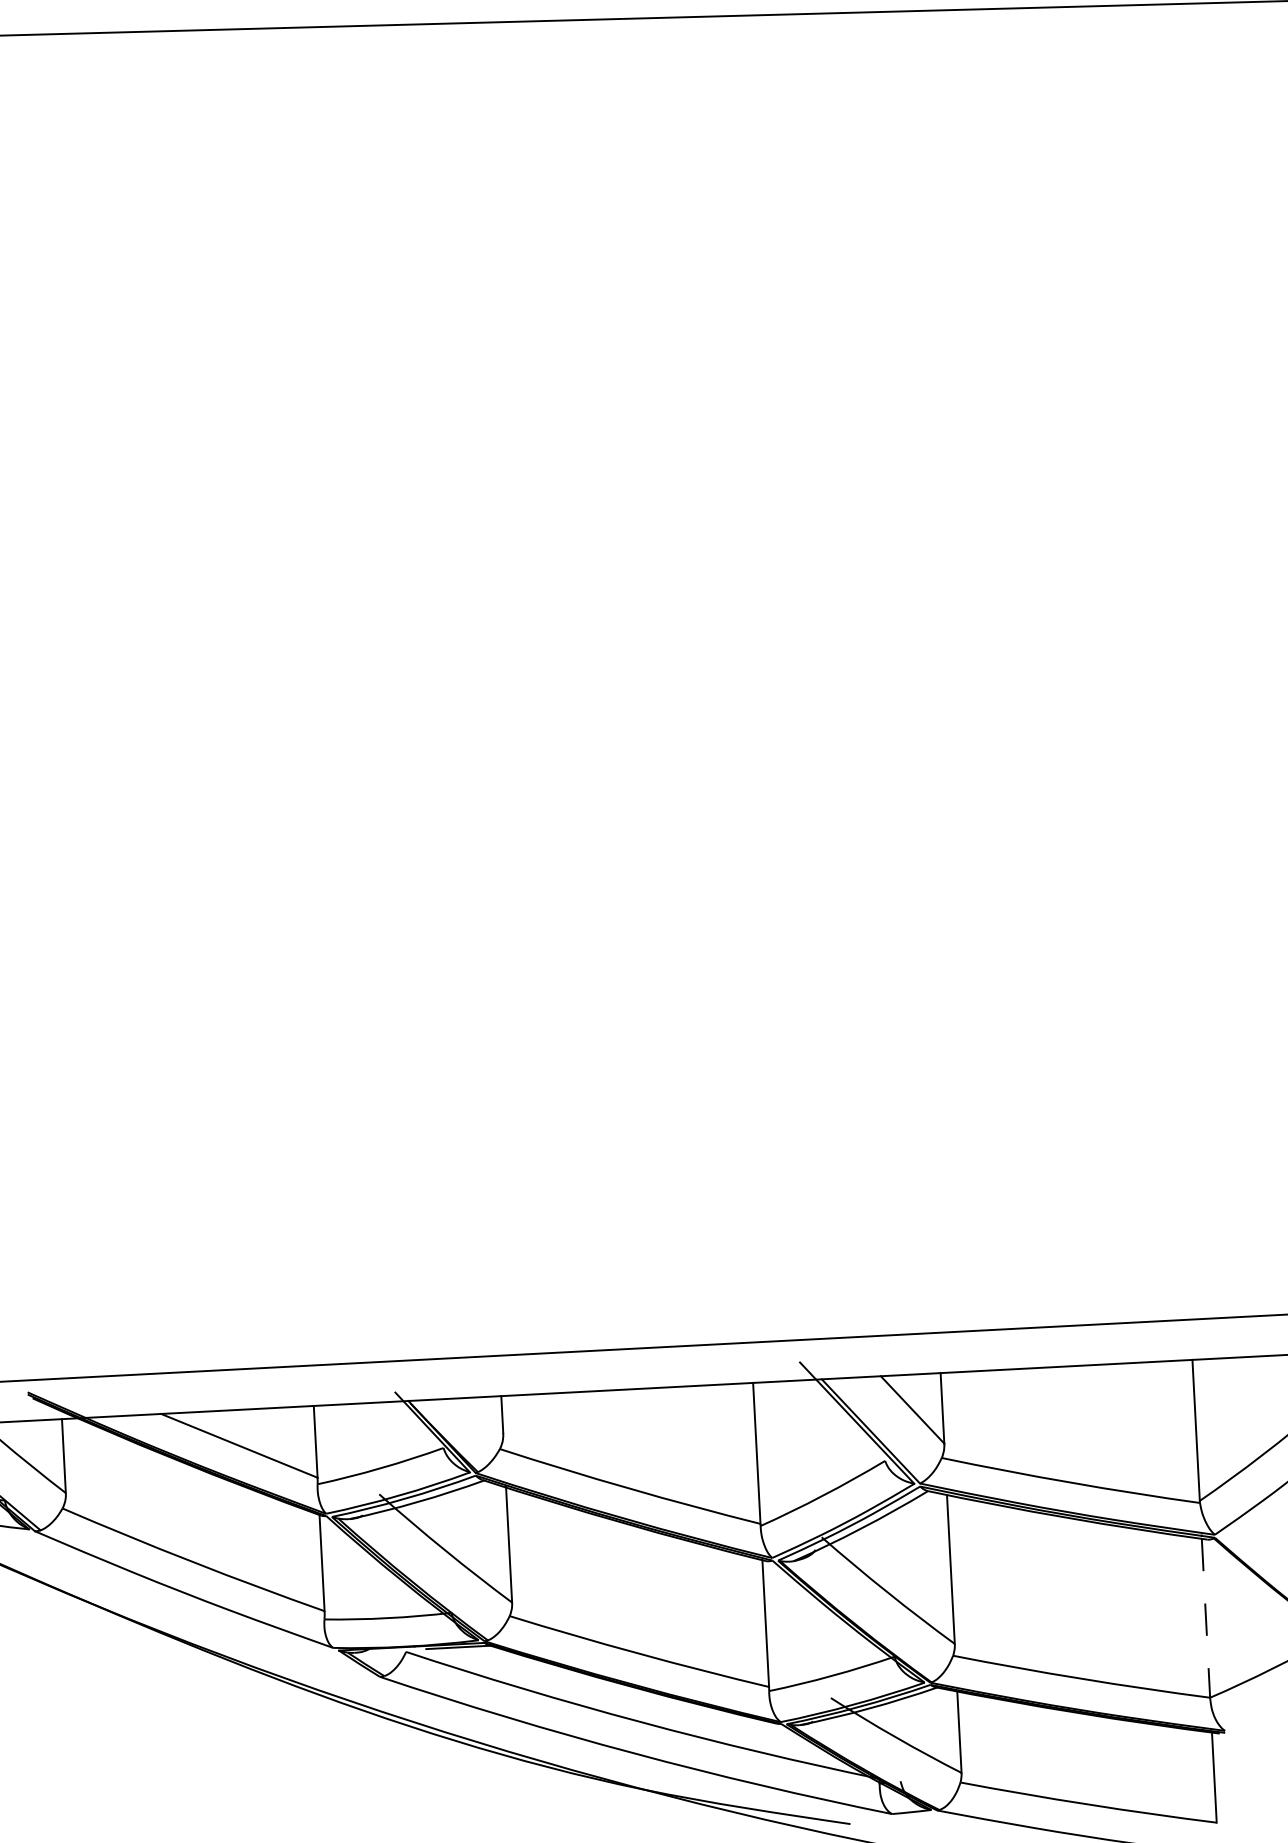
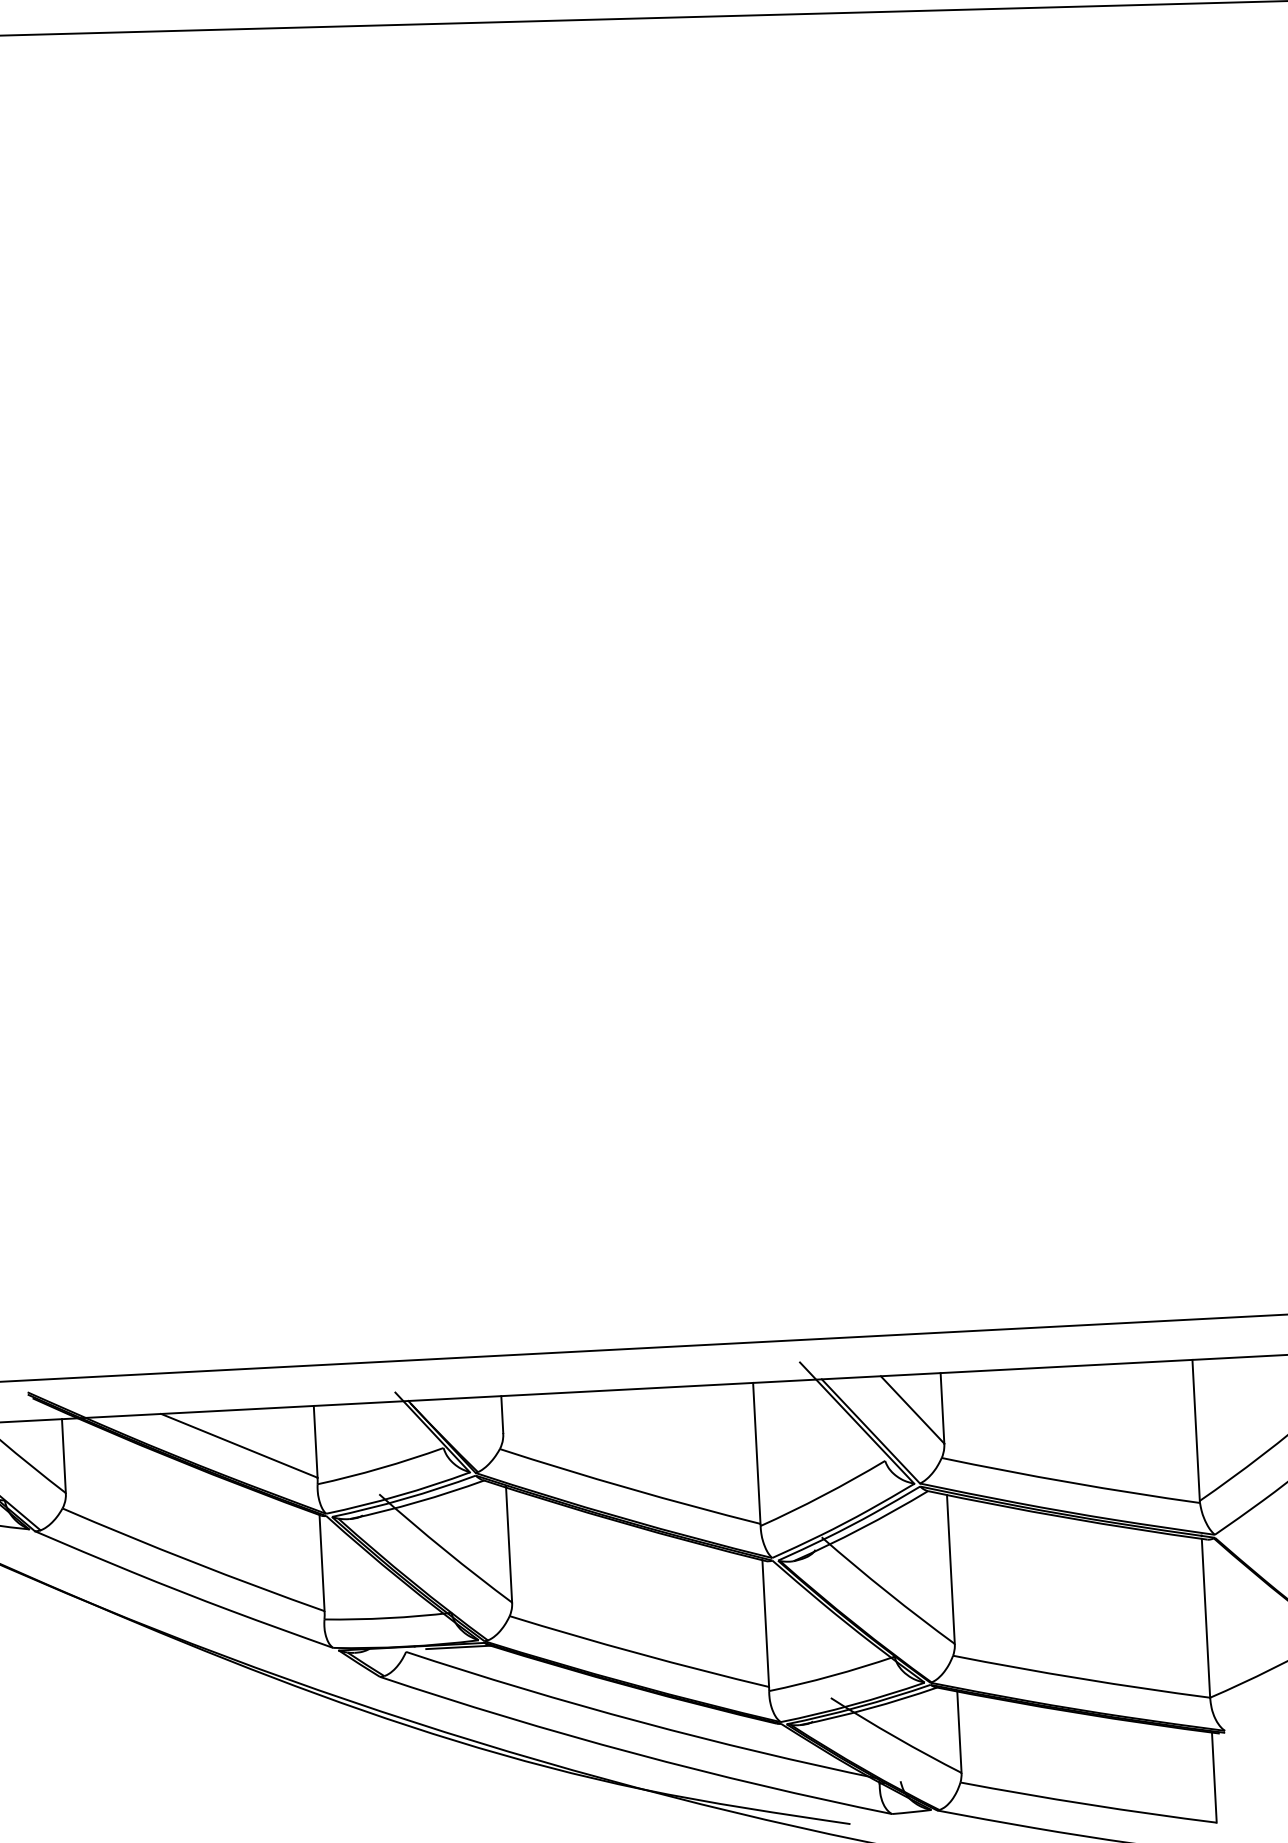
line at (1205, 1618): dashed -> solid
